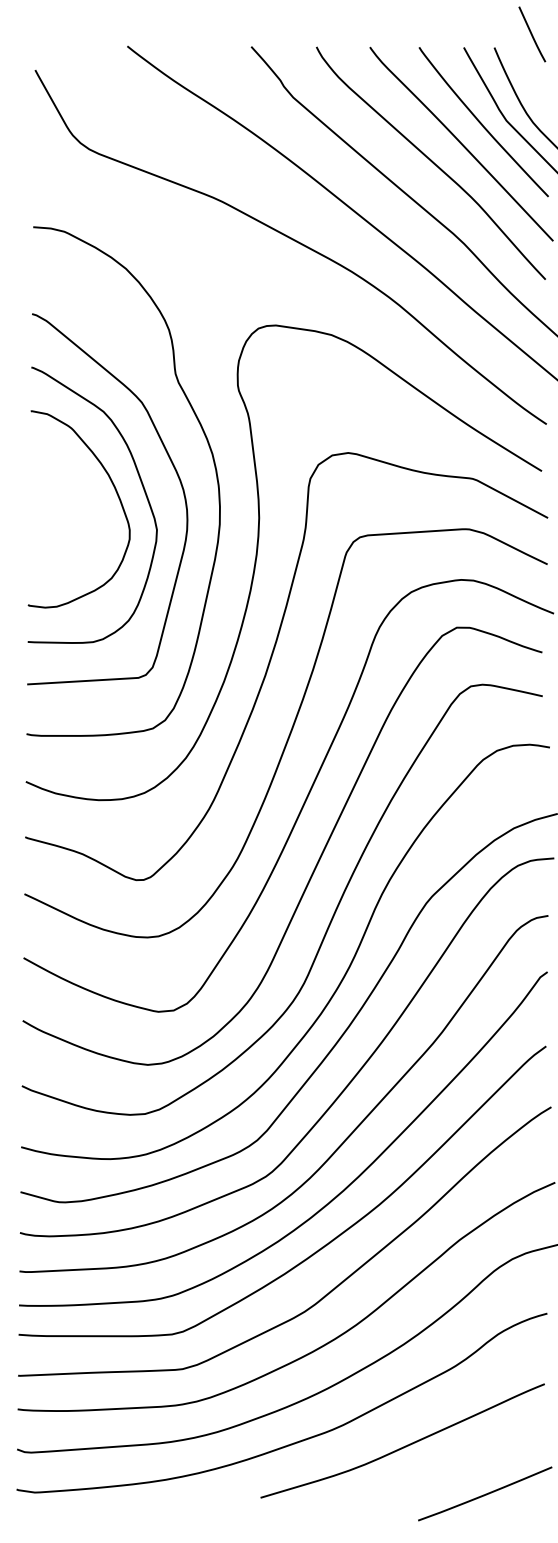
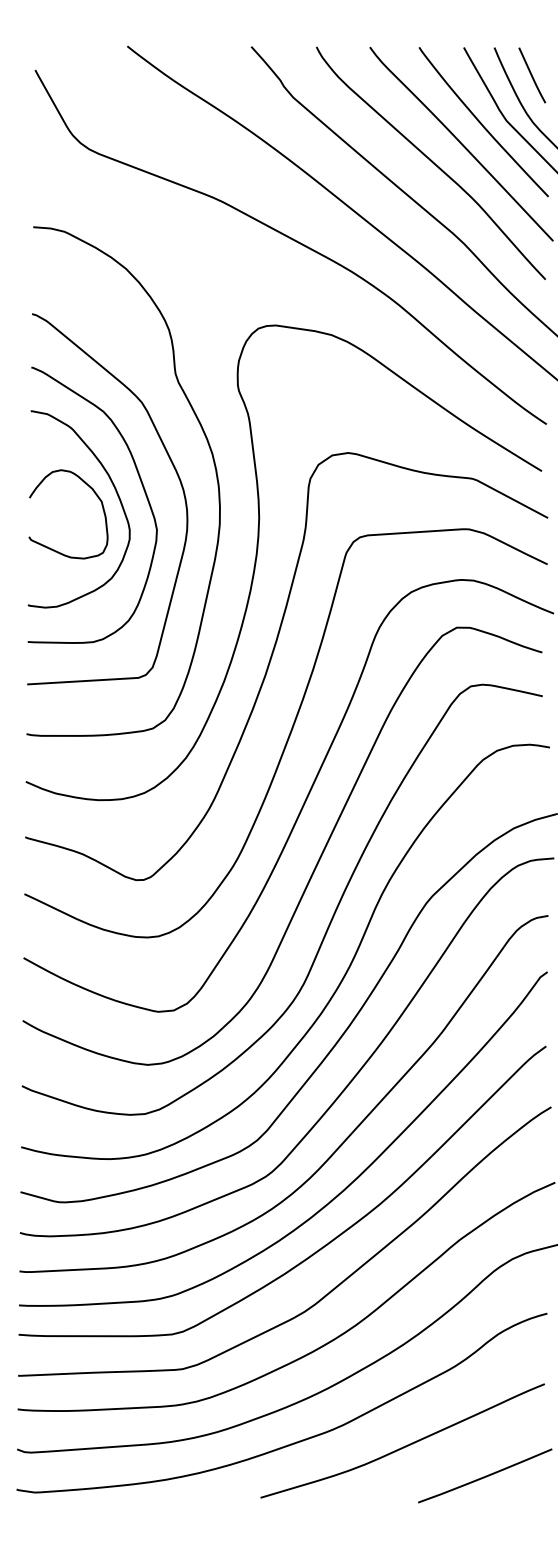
line at (532, 34) position: (532, 34) -> (532, 75)
curve at (96, 496): none -> present
curve at (485, 1493) position: (485, 1493) -> (485, 1475)
